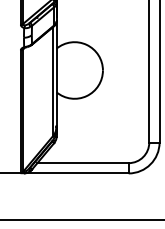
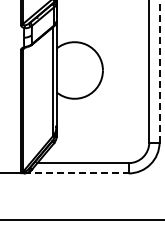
line at (159, 71): solid -> dashed
line at (76, 173): solid -> dashed
